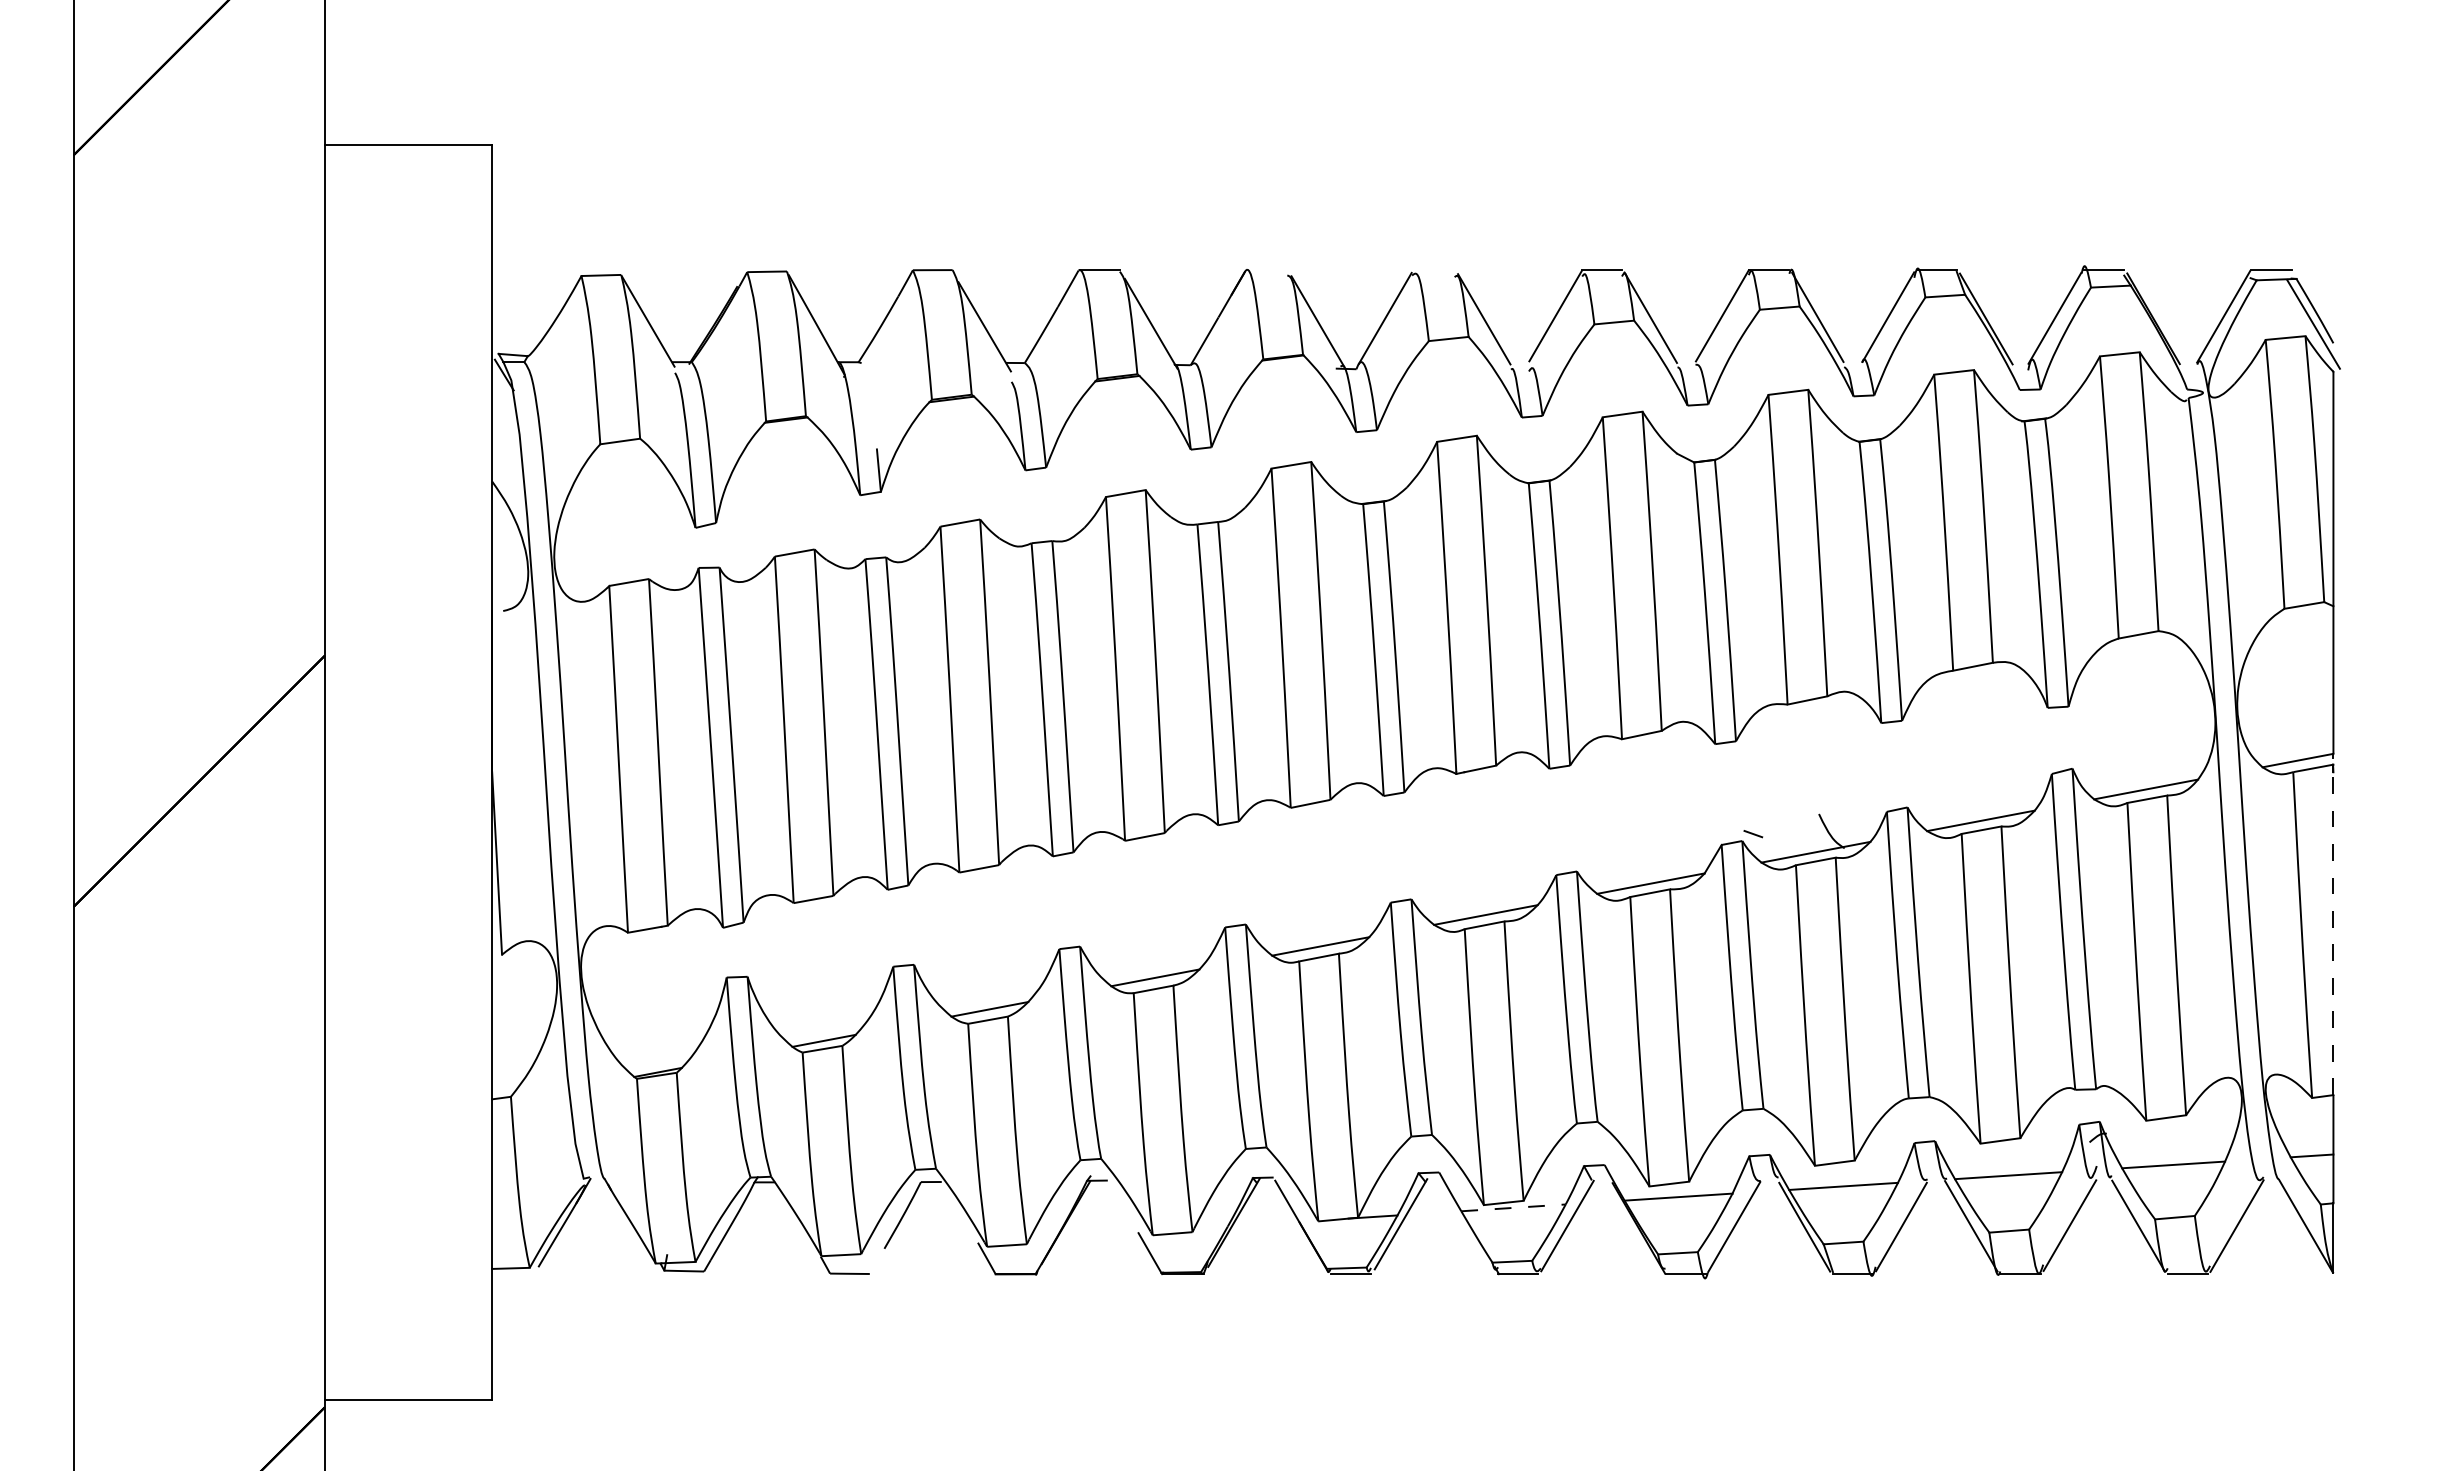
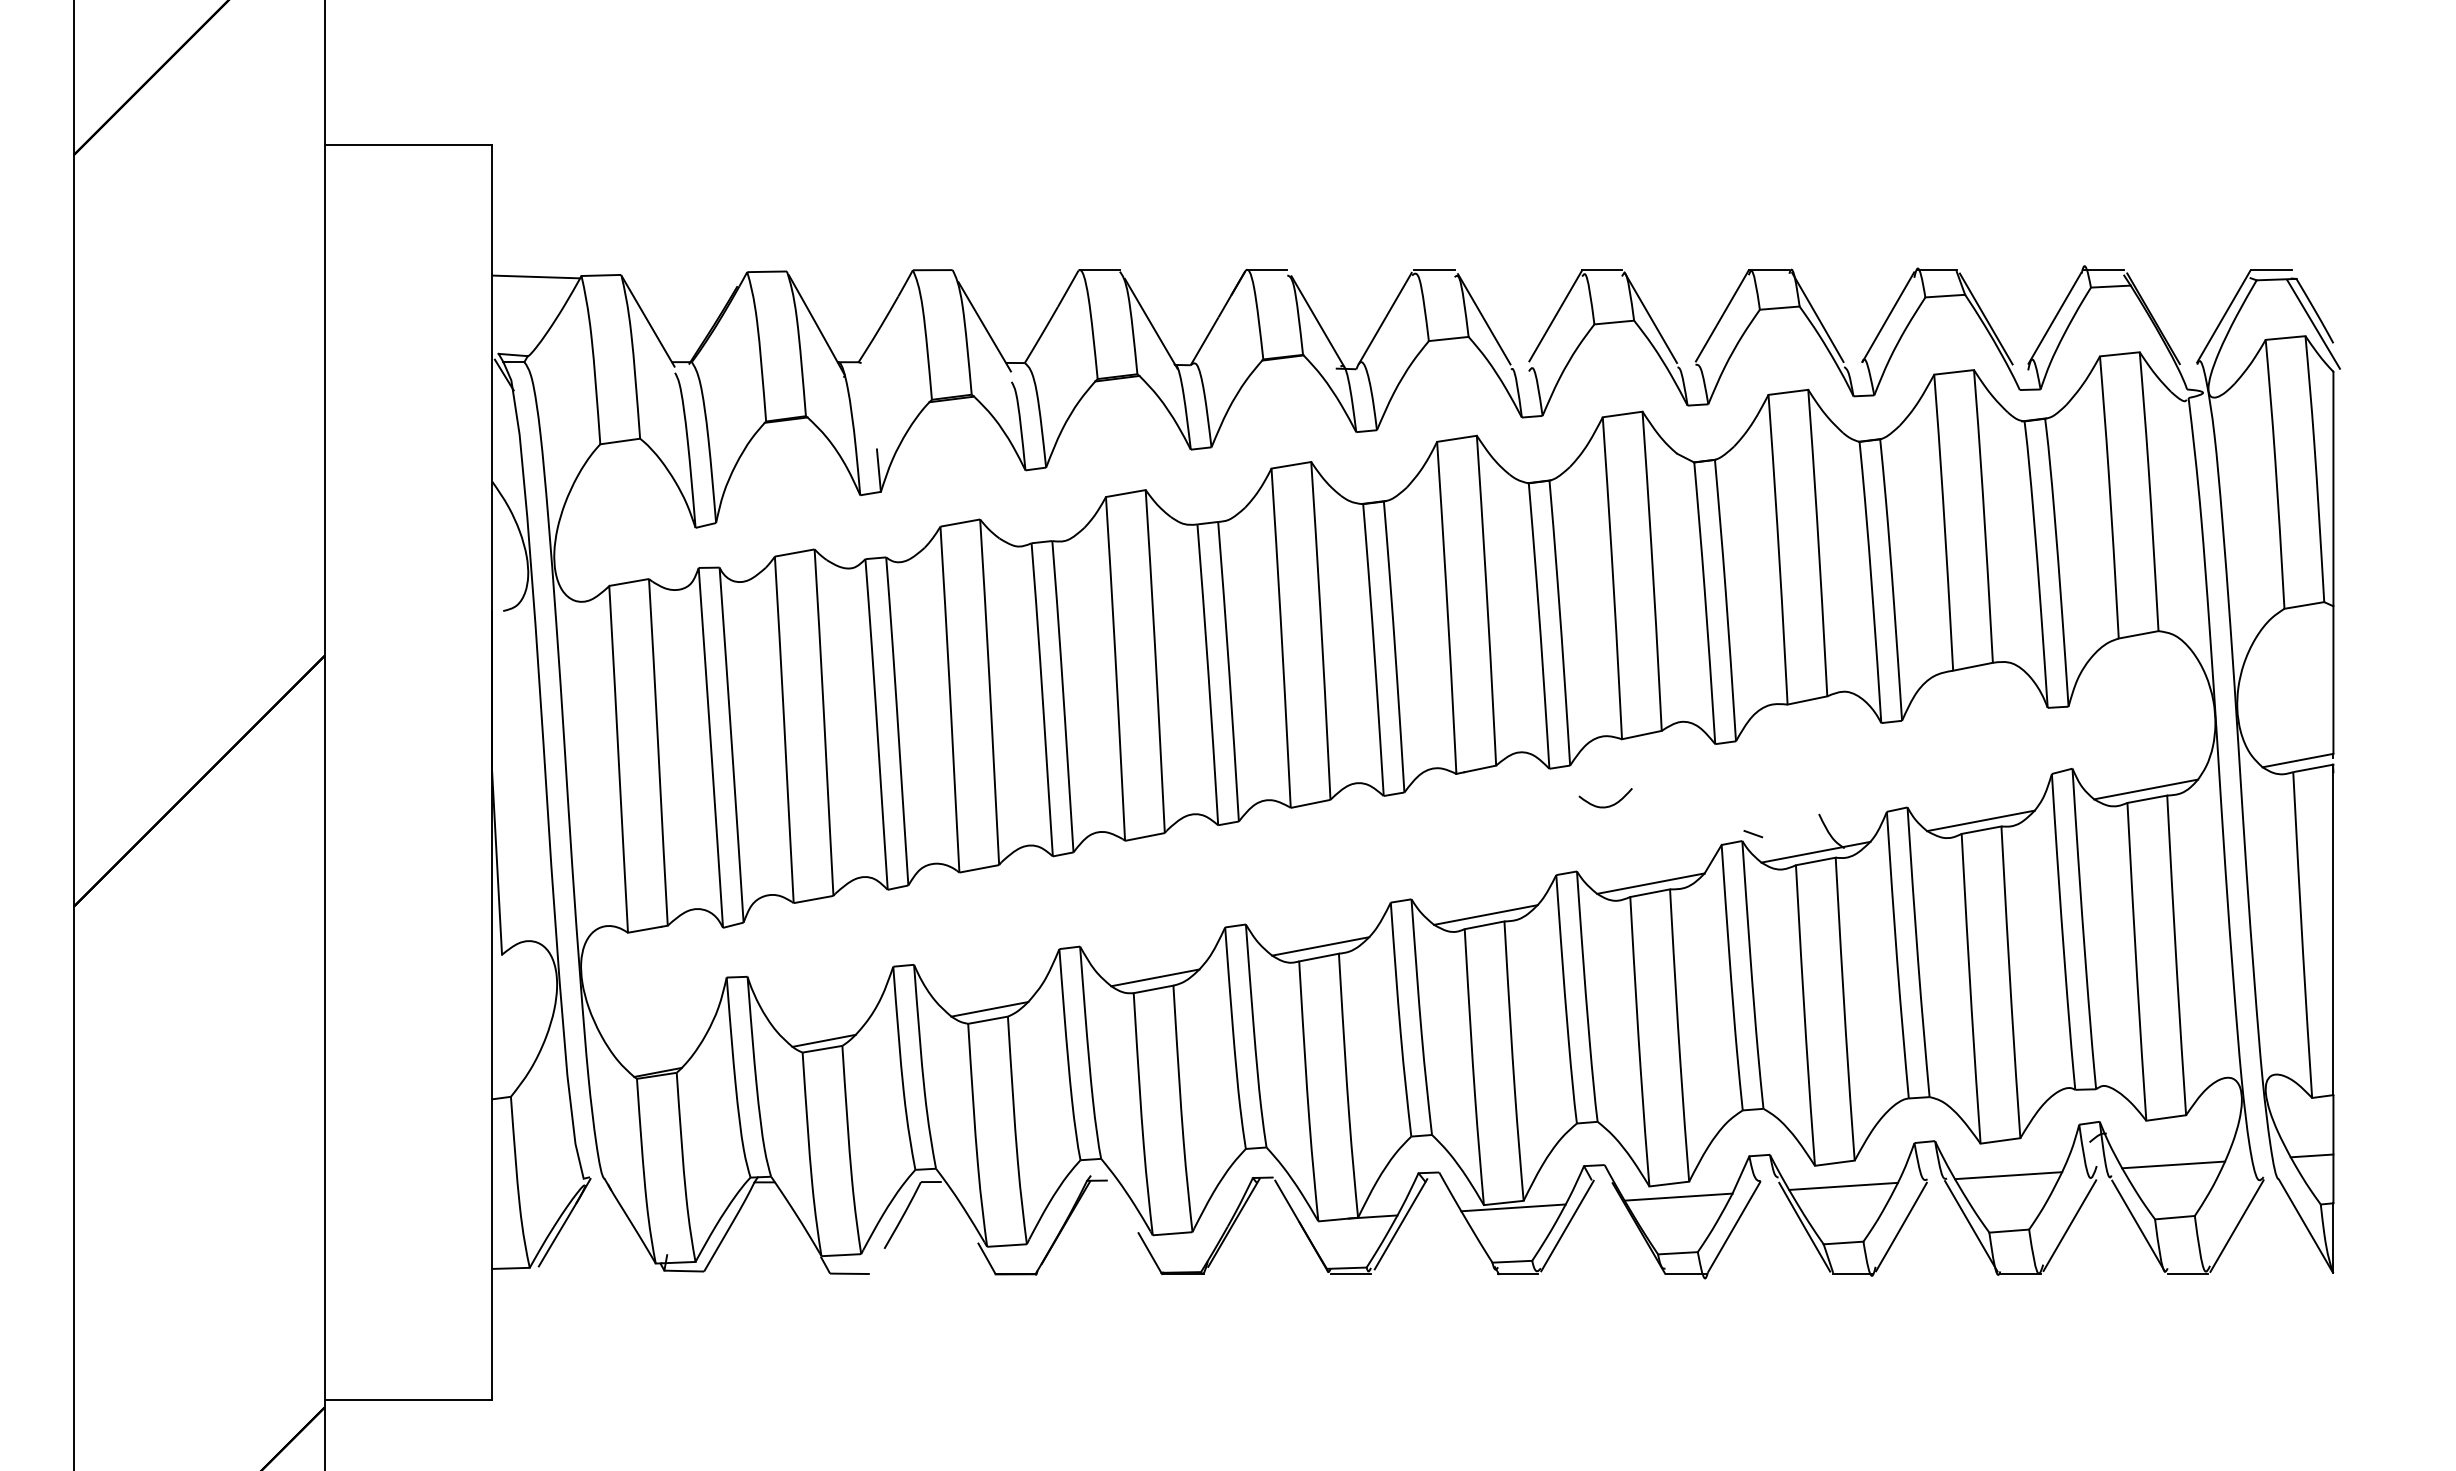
line at (1267, 270): none -> present
line at (1434, 270): none -> present
line at (536, 276): none -> present
curve at (1608, 805): none -> present
line at (2333, 933): dashed -> solid
line at (1514, 1207): dashed -> solid
